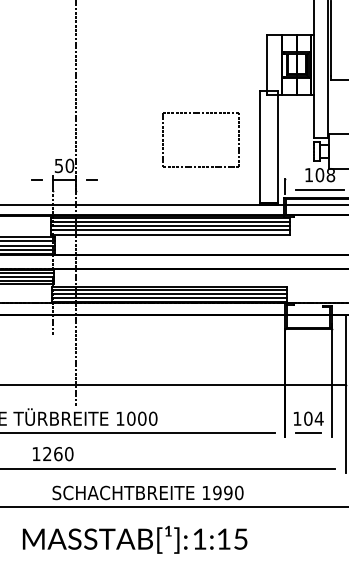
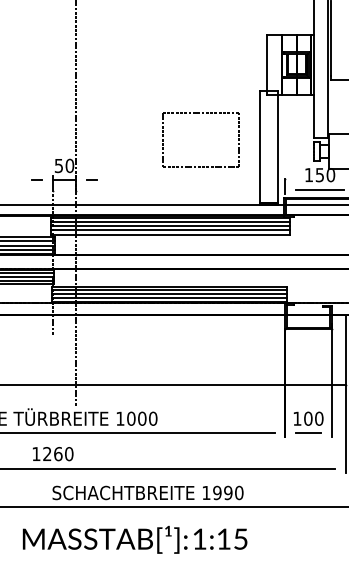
text at (325, 175): 108 -> 150
text at (318, 418): 104 -> 100
